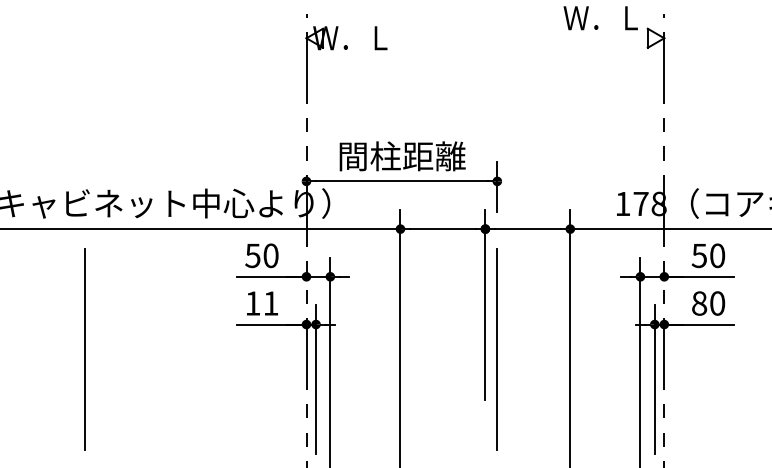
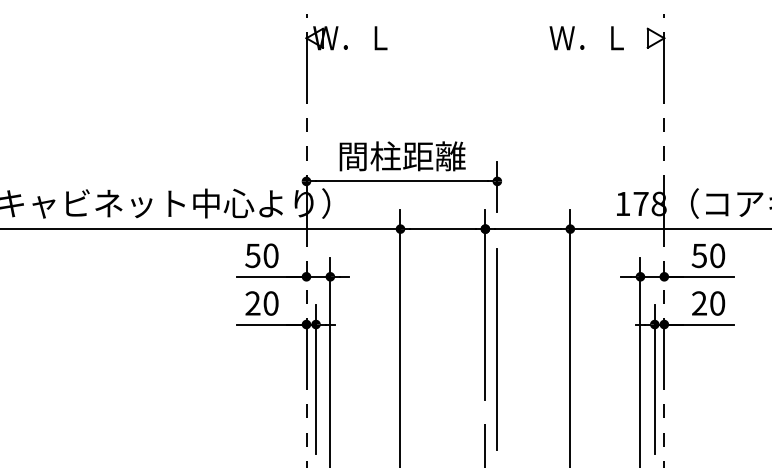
text at (600, 18) position: (600, 18) -> (586, 38)
text at (261, 303): 11 -> 20
text at (699, 303): 80 -> 20
line at (84, 349): present -> none
line at (485, 444): none -> present
